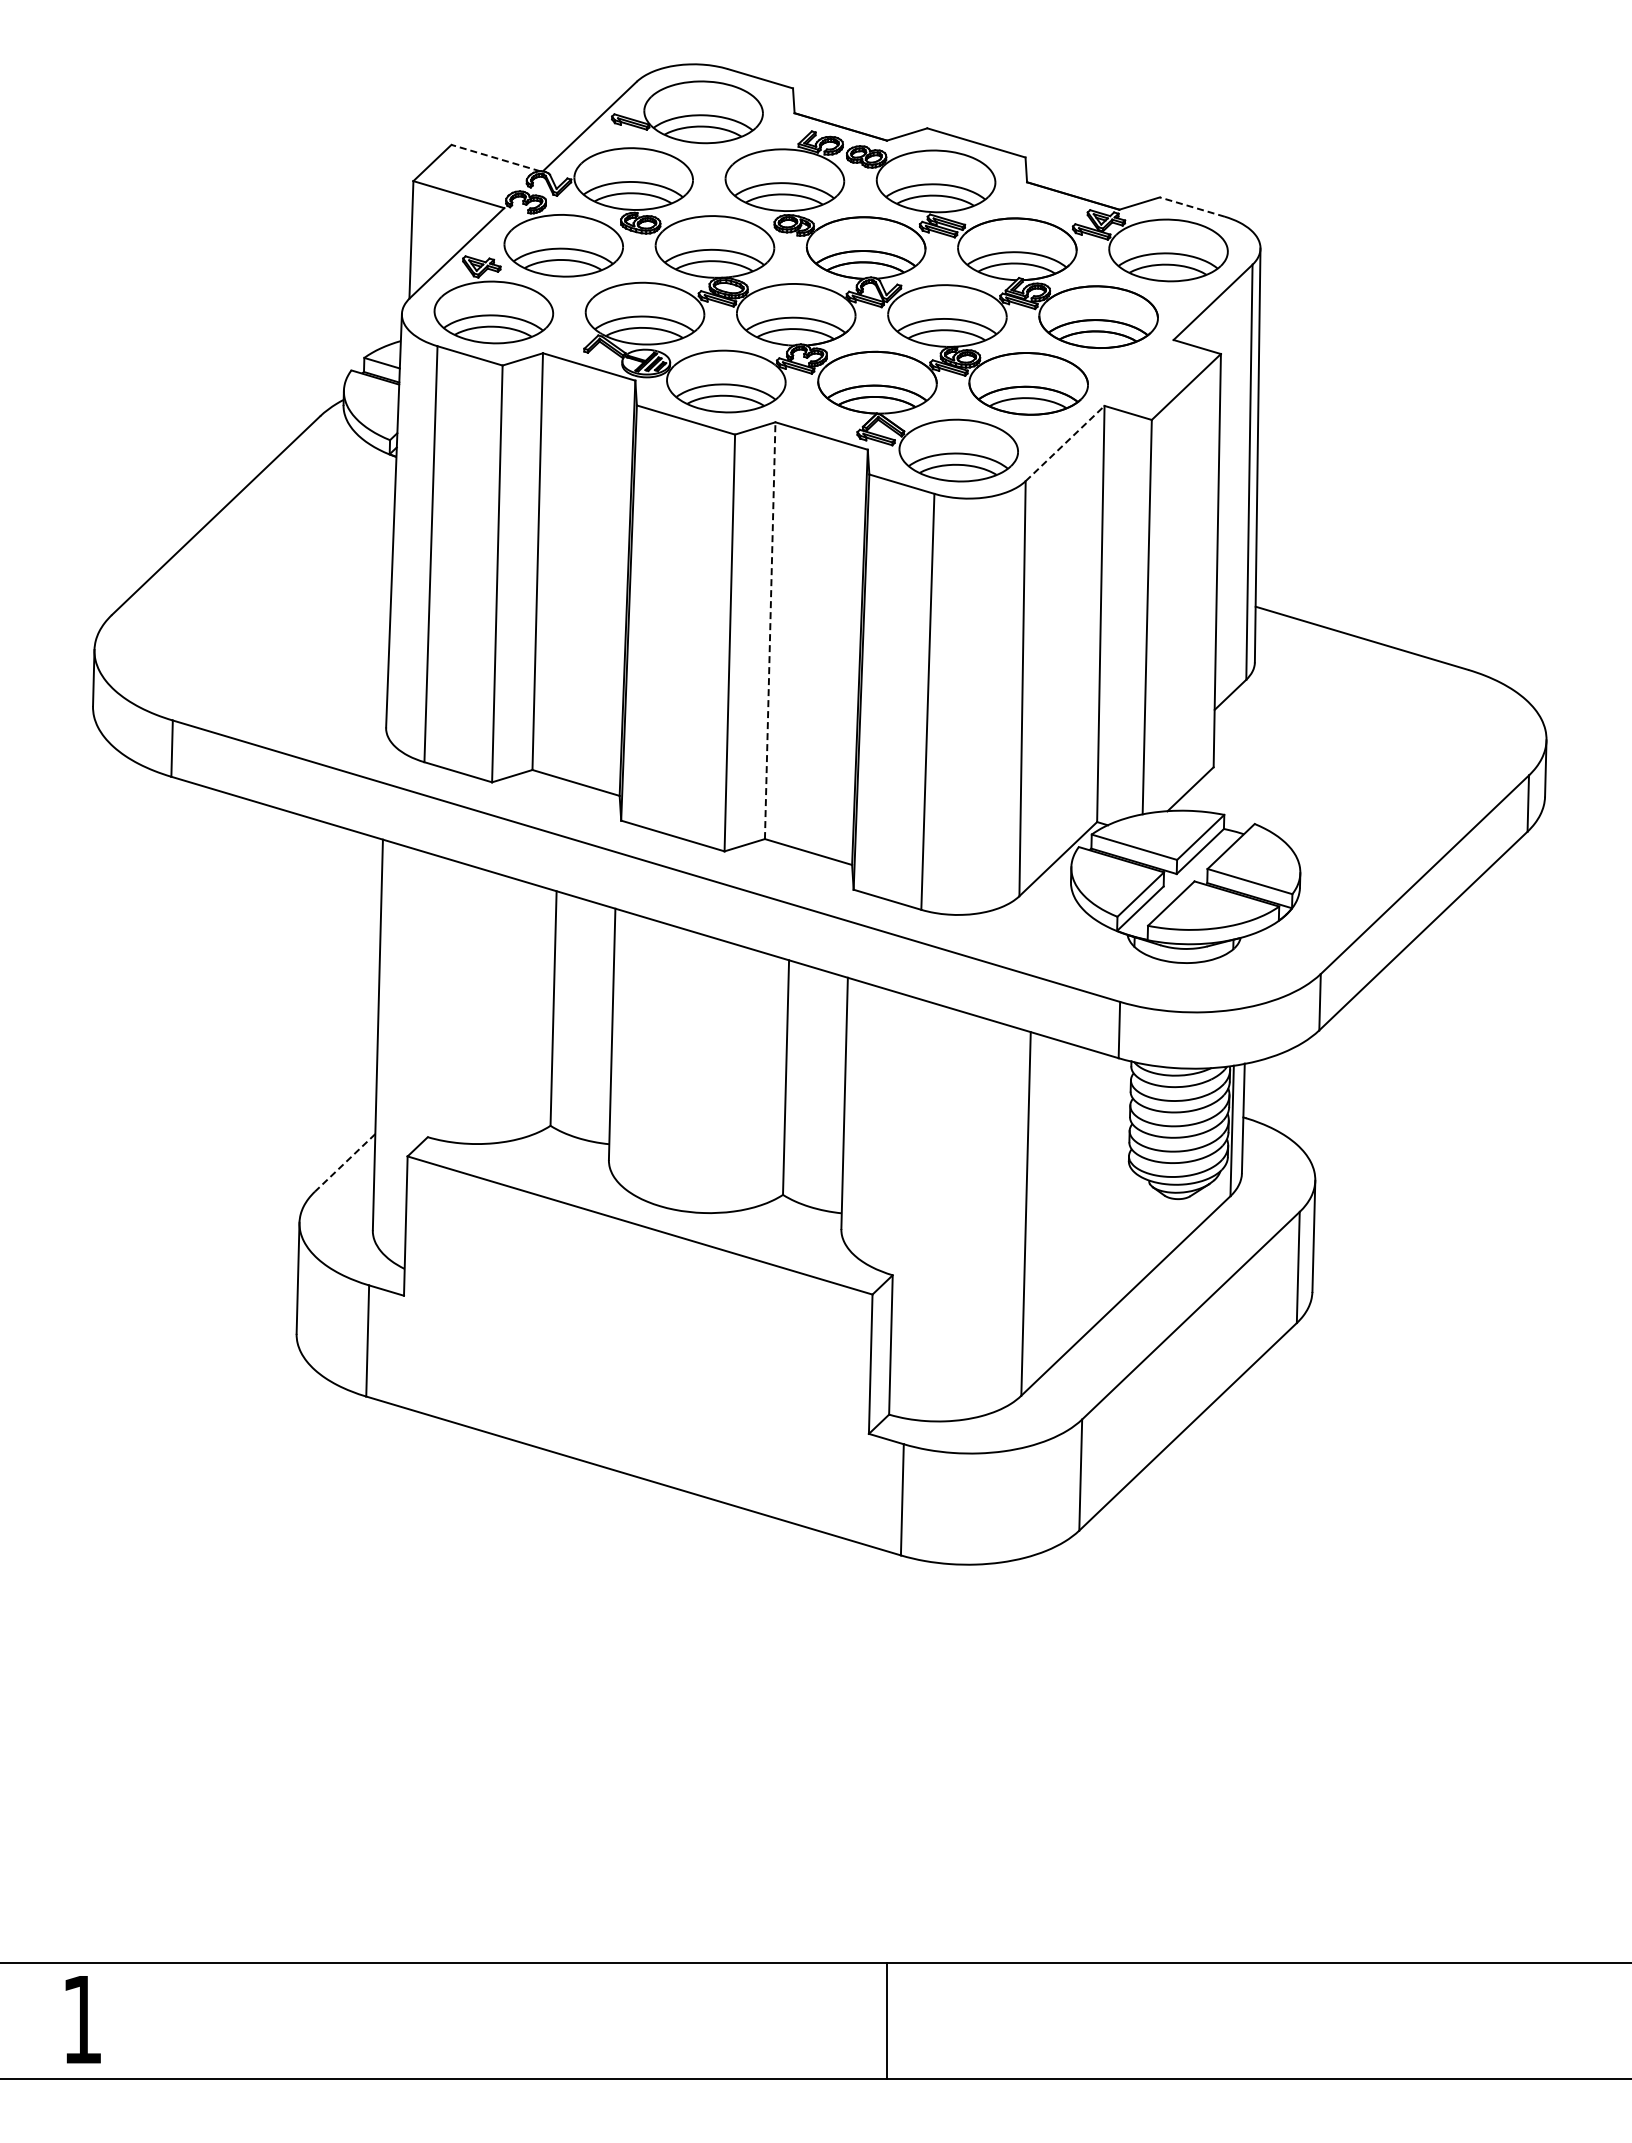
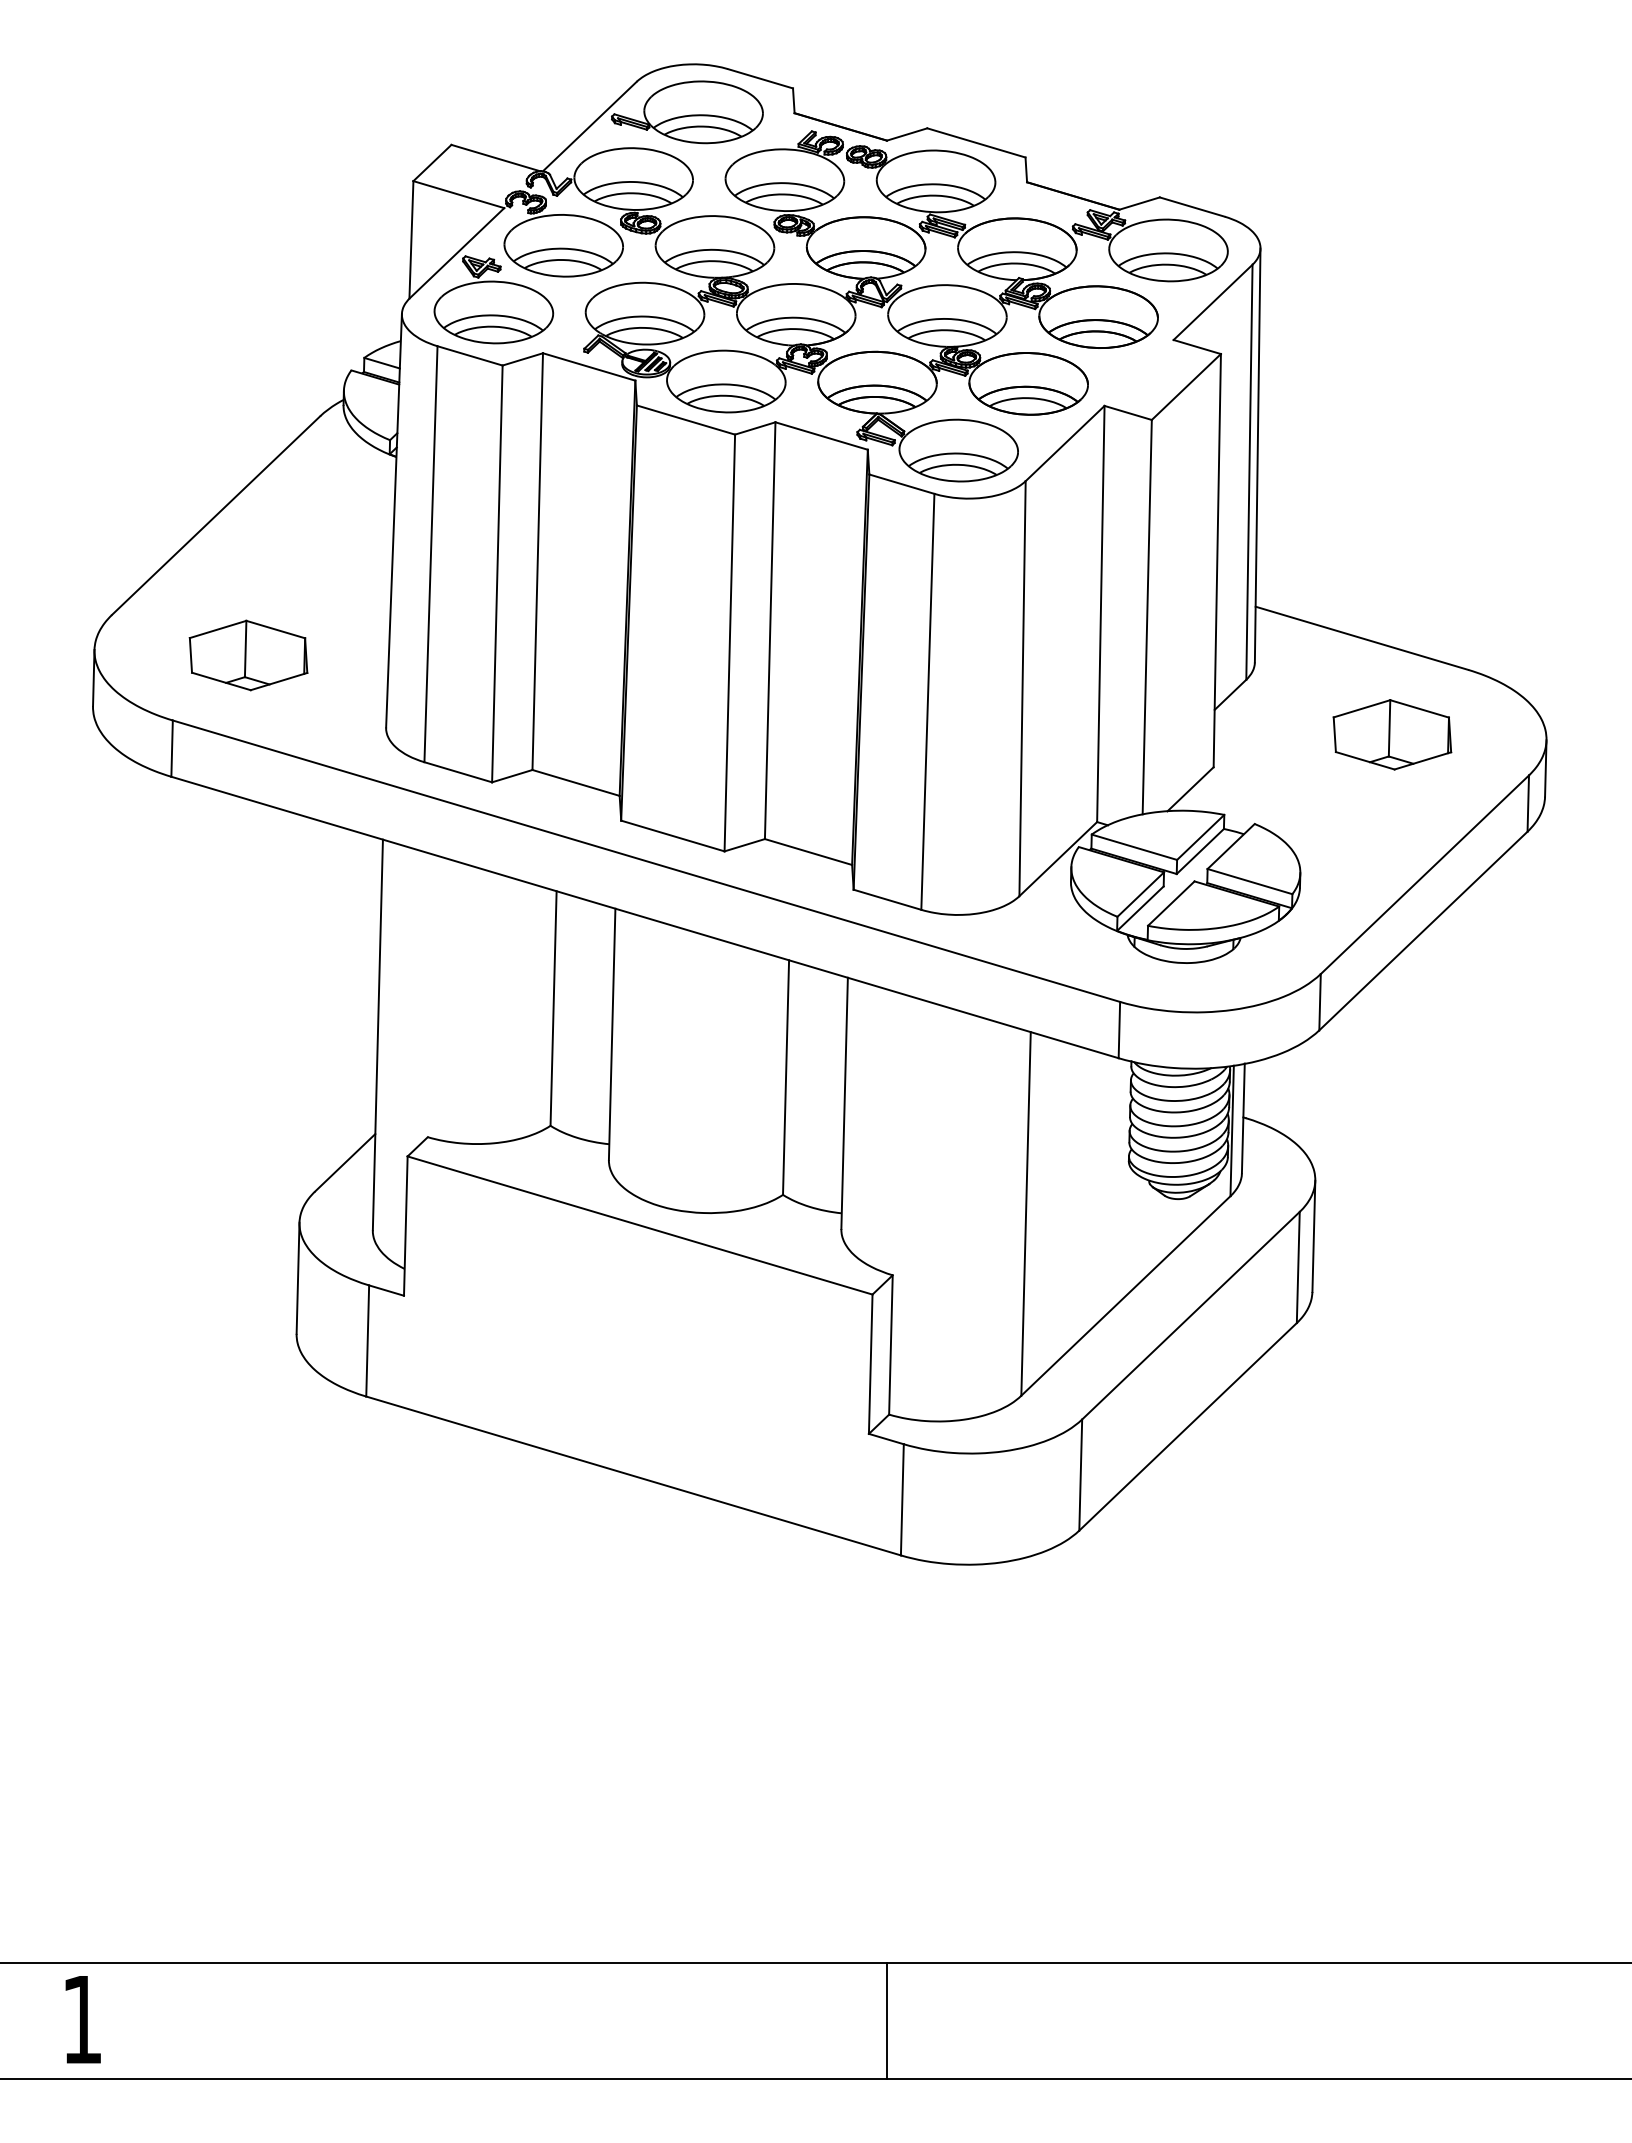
line at (495, 157): dashed -> solid
line at (1192, 207): dashed -> solid
line at (1065, 443): dashed -> solid
line at (770, 630): dashed -> solid
part at (248, 655): none -> present
part at (1392, 734): none -> present
line at (345, 1162): dashed -> solid
